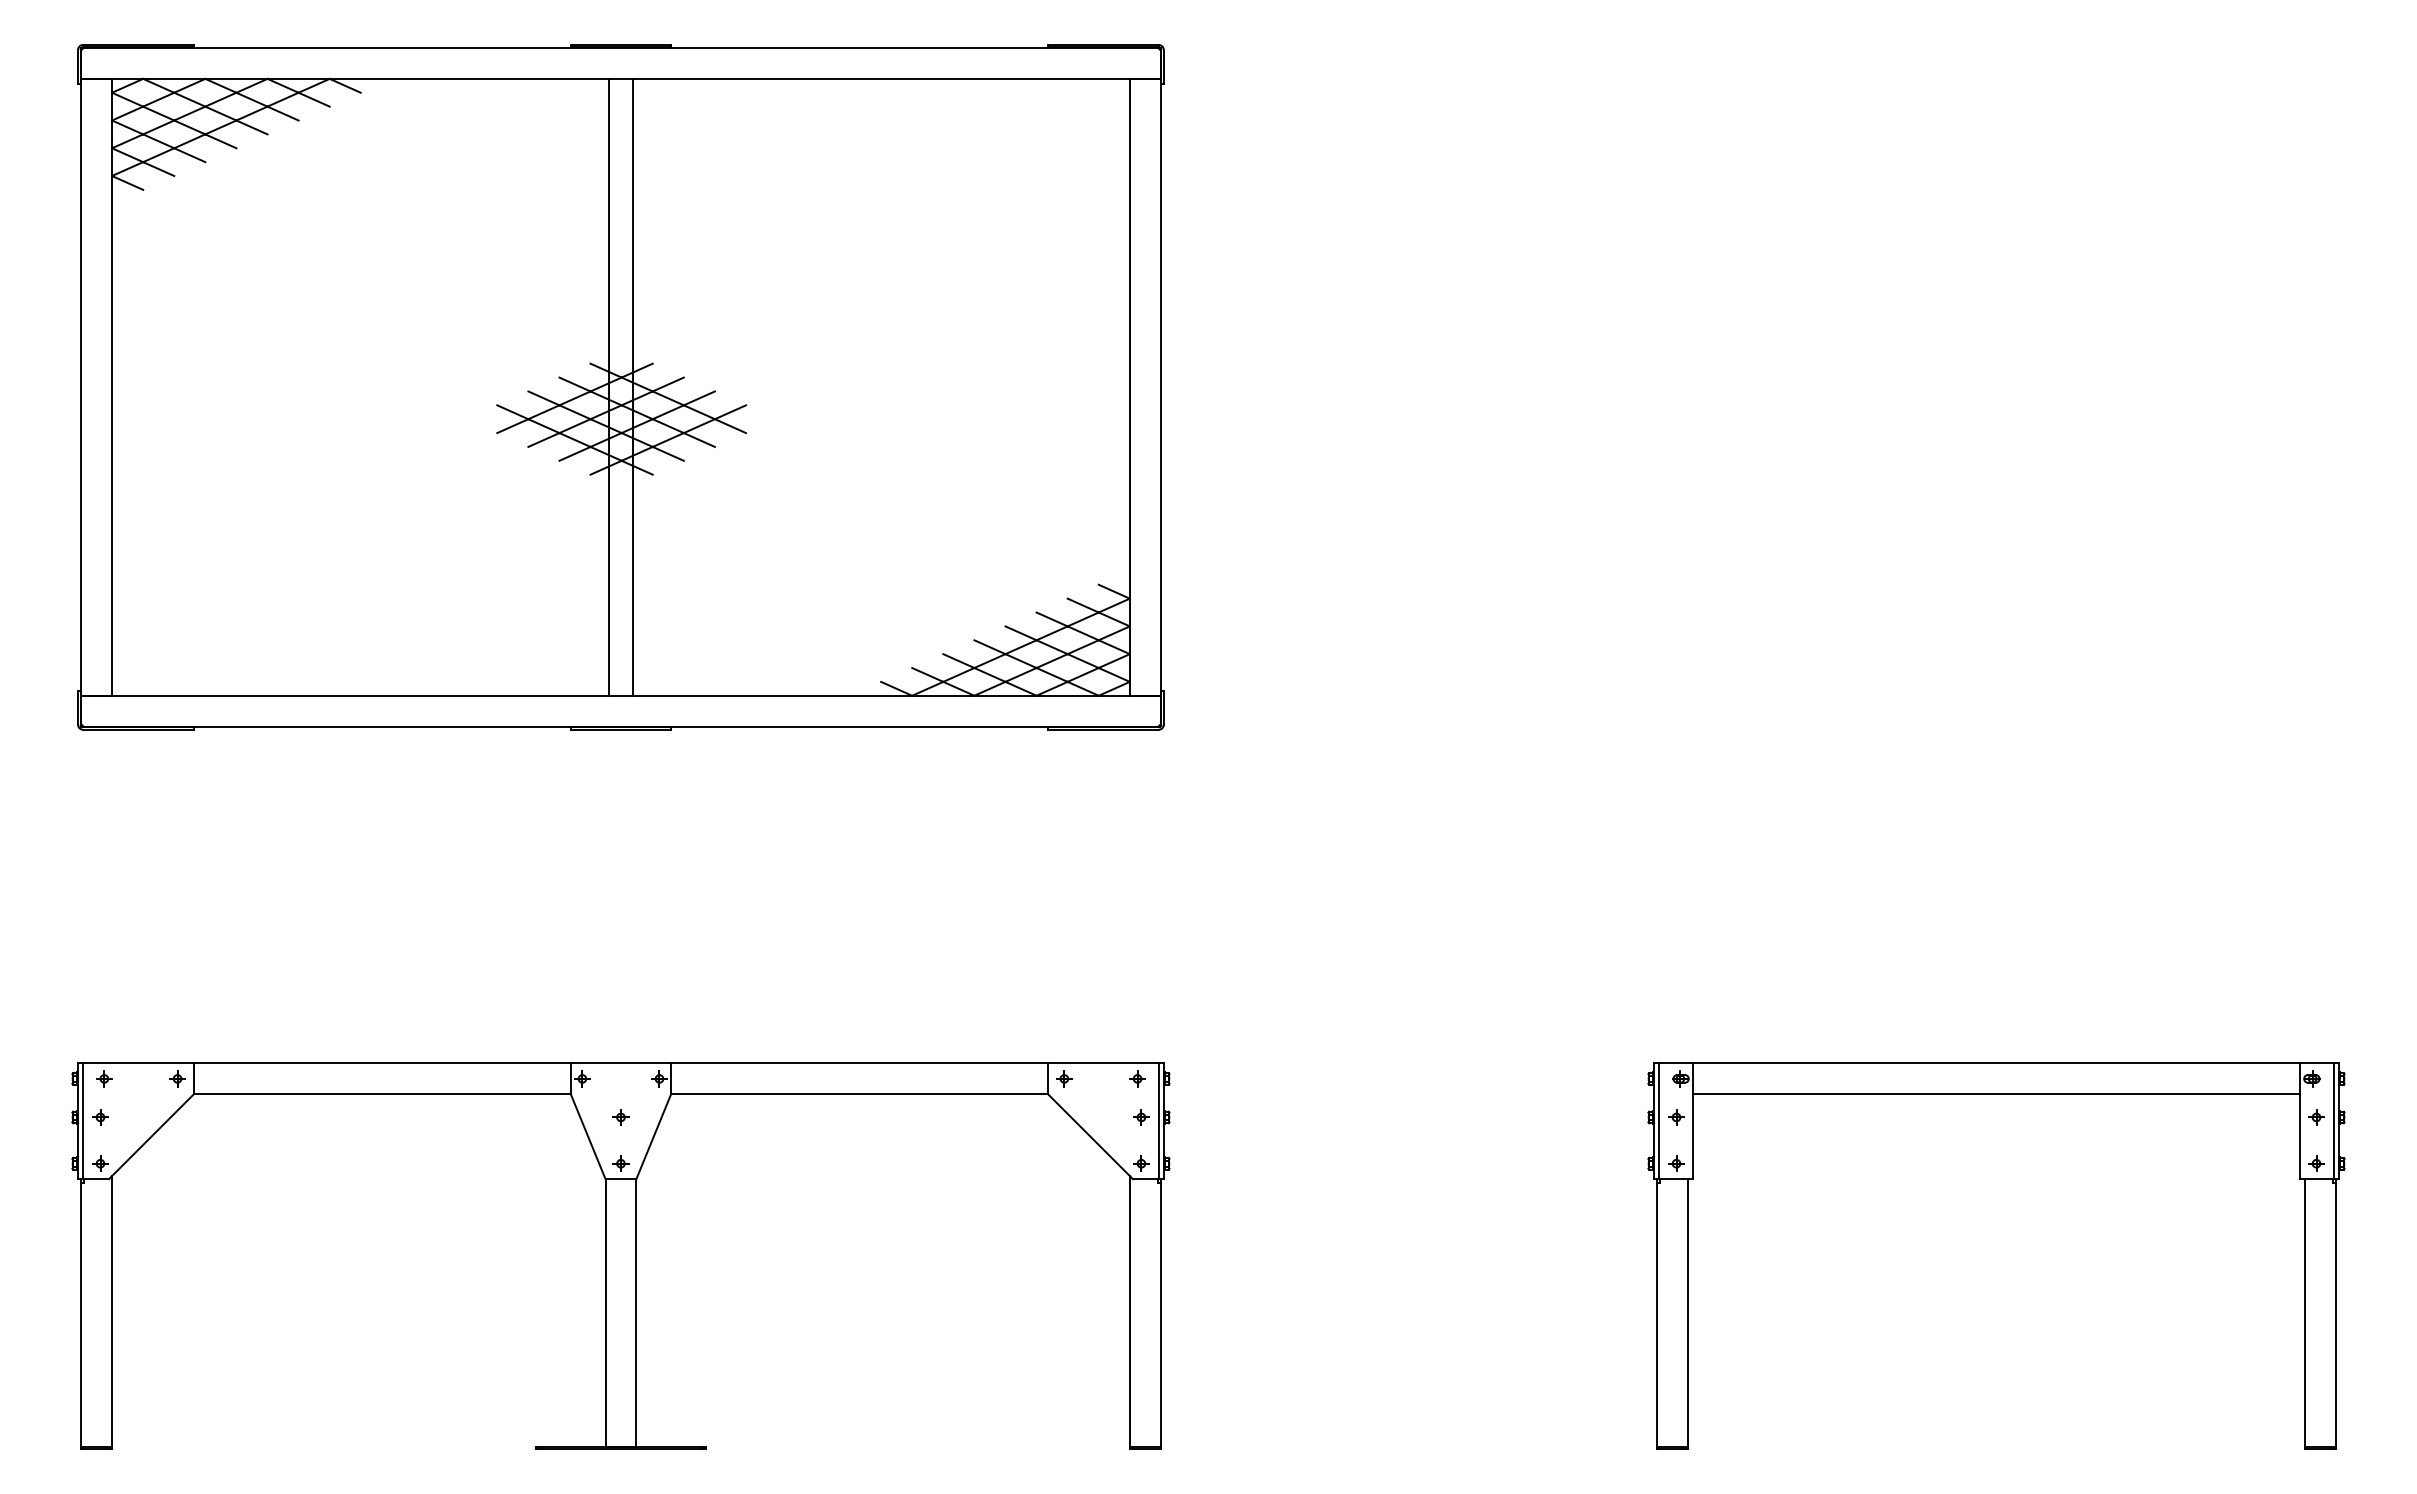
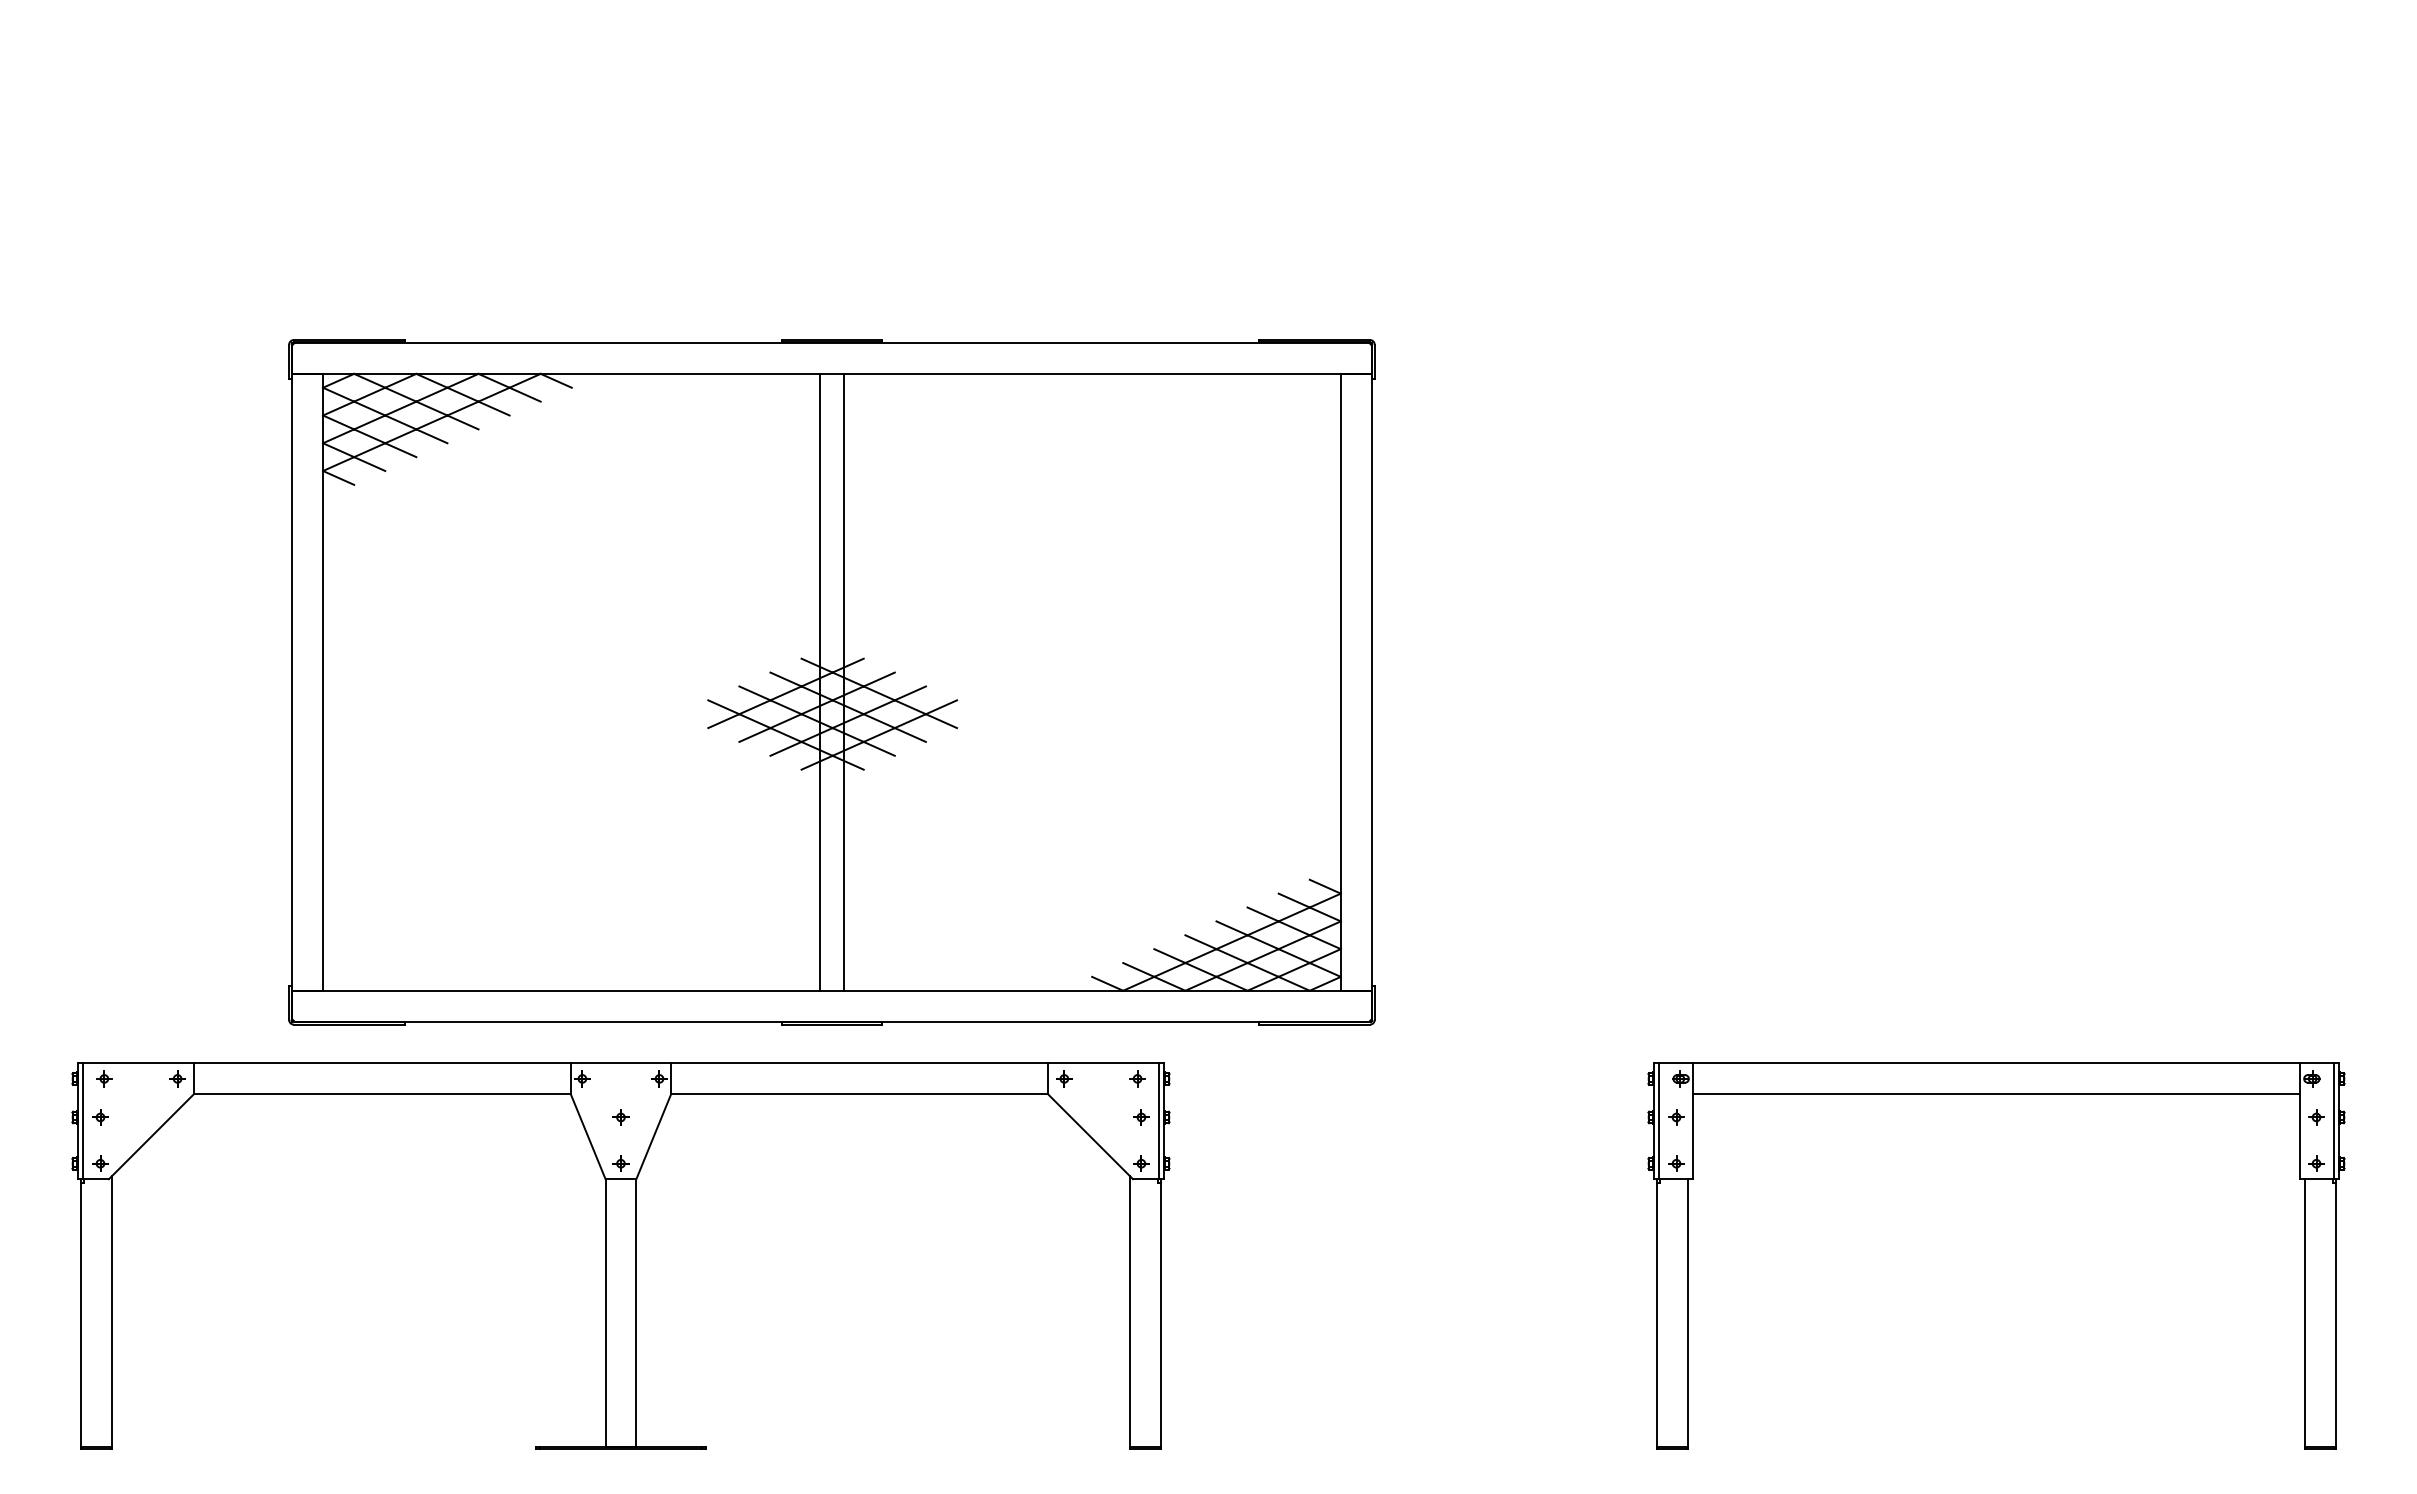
part at (620, 387) position: (620, 387) -> (831, 682)
